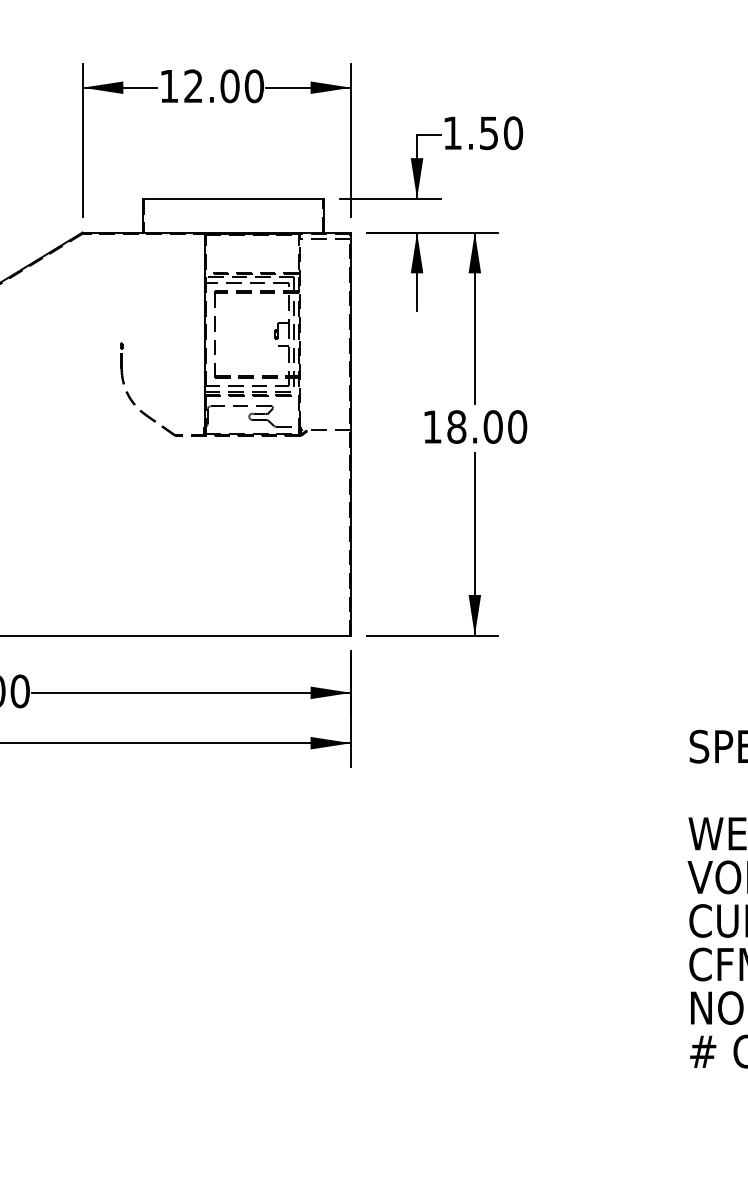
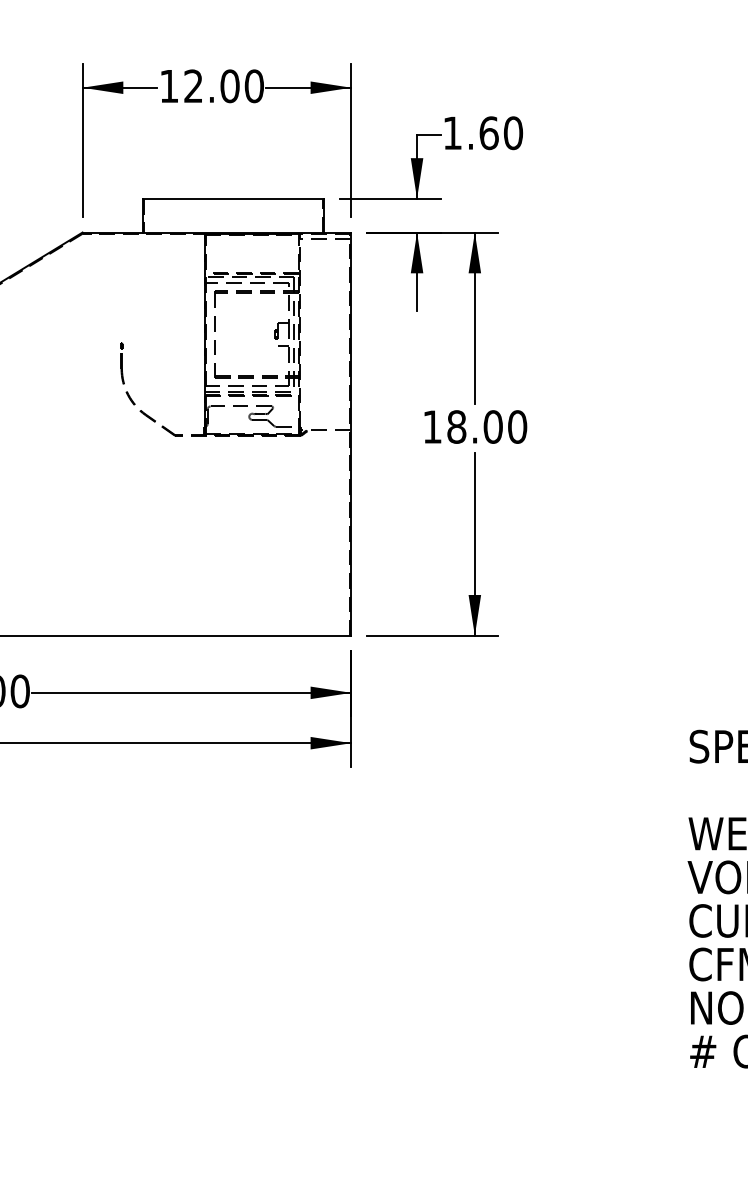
text at (488, 133): 1.50 -> 1.60
